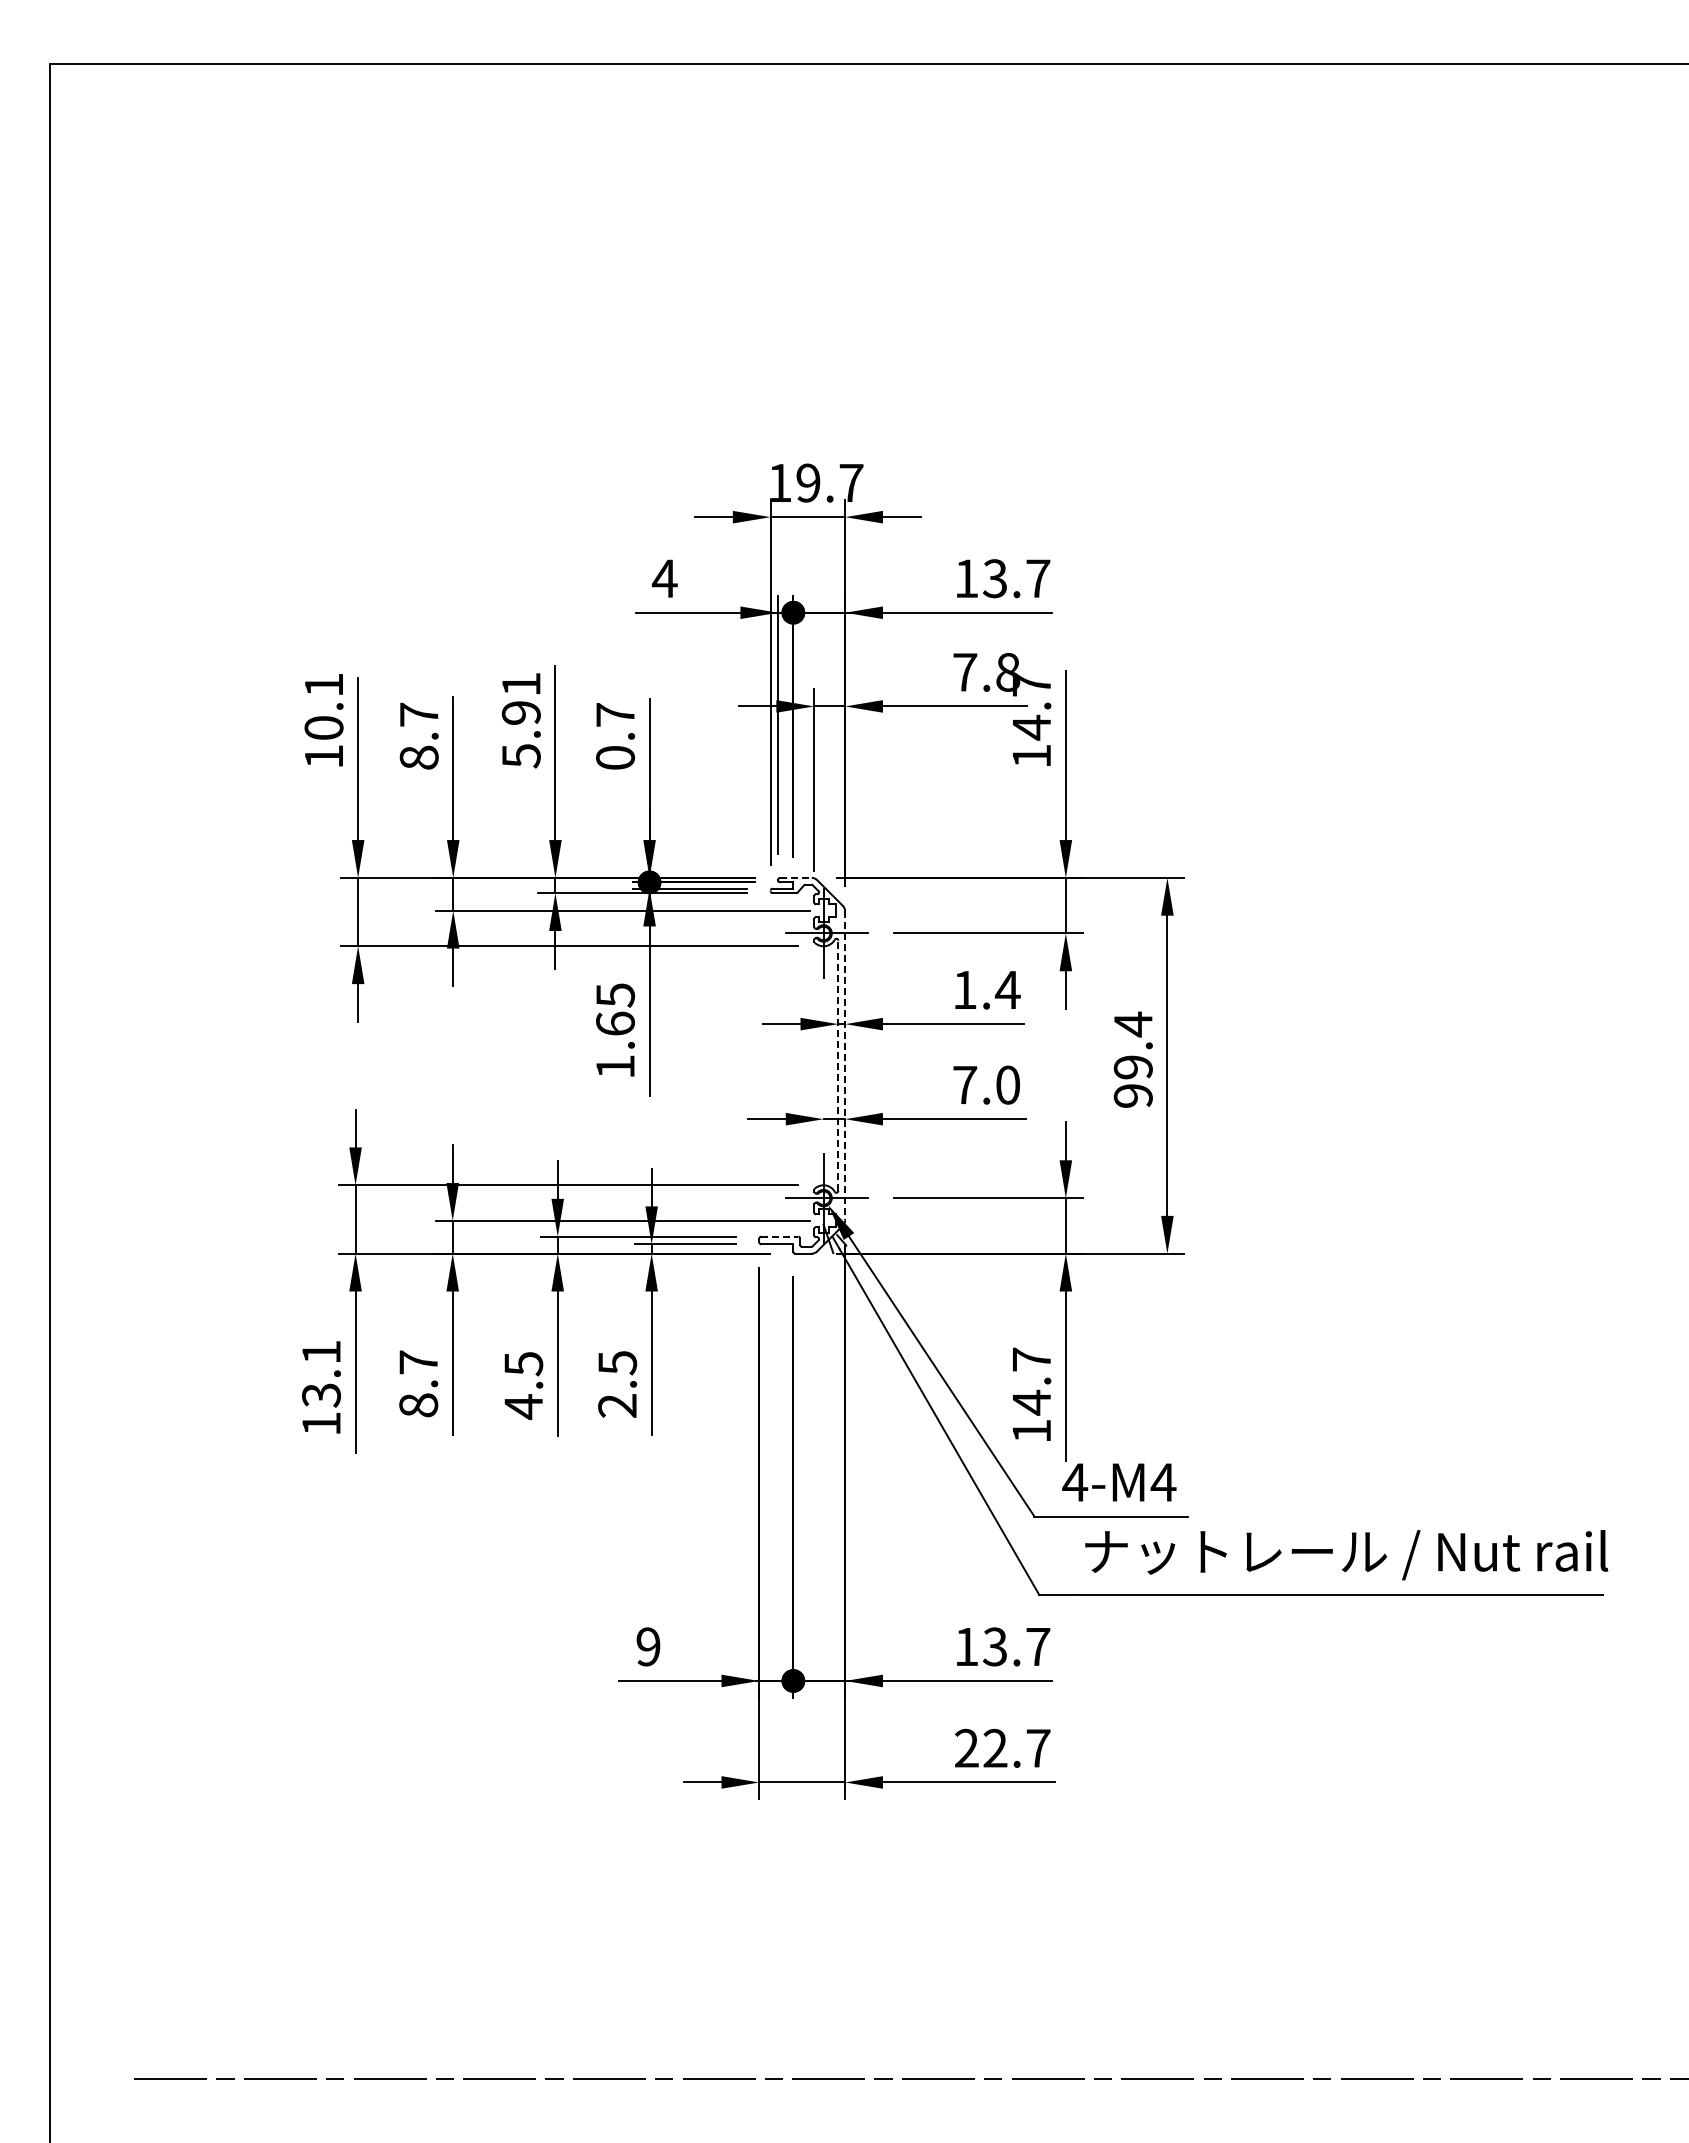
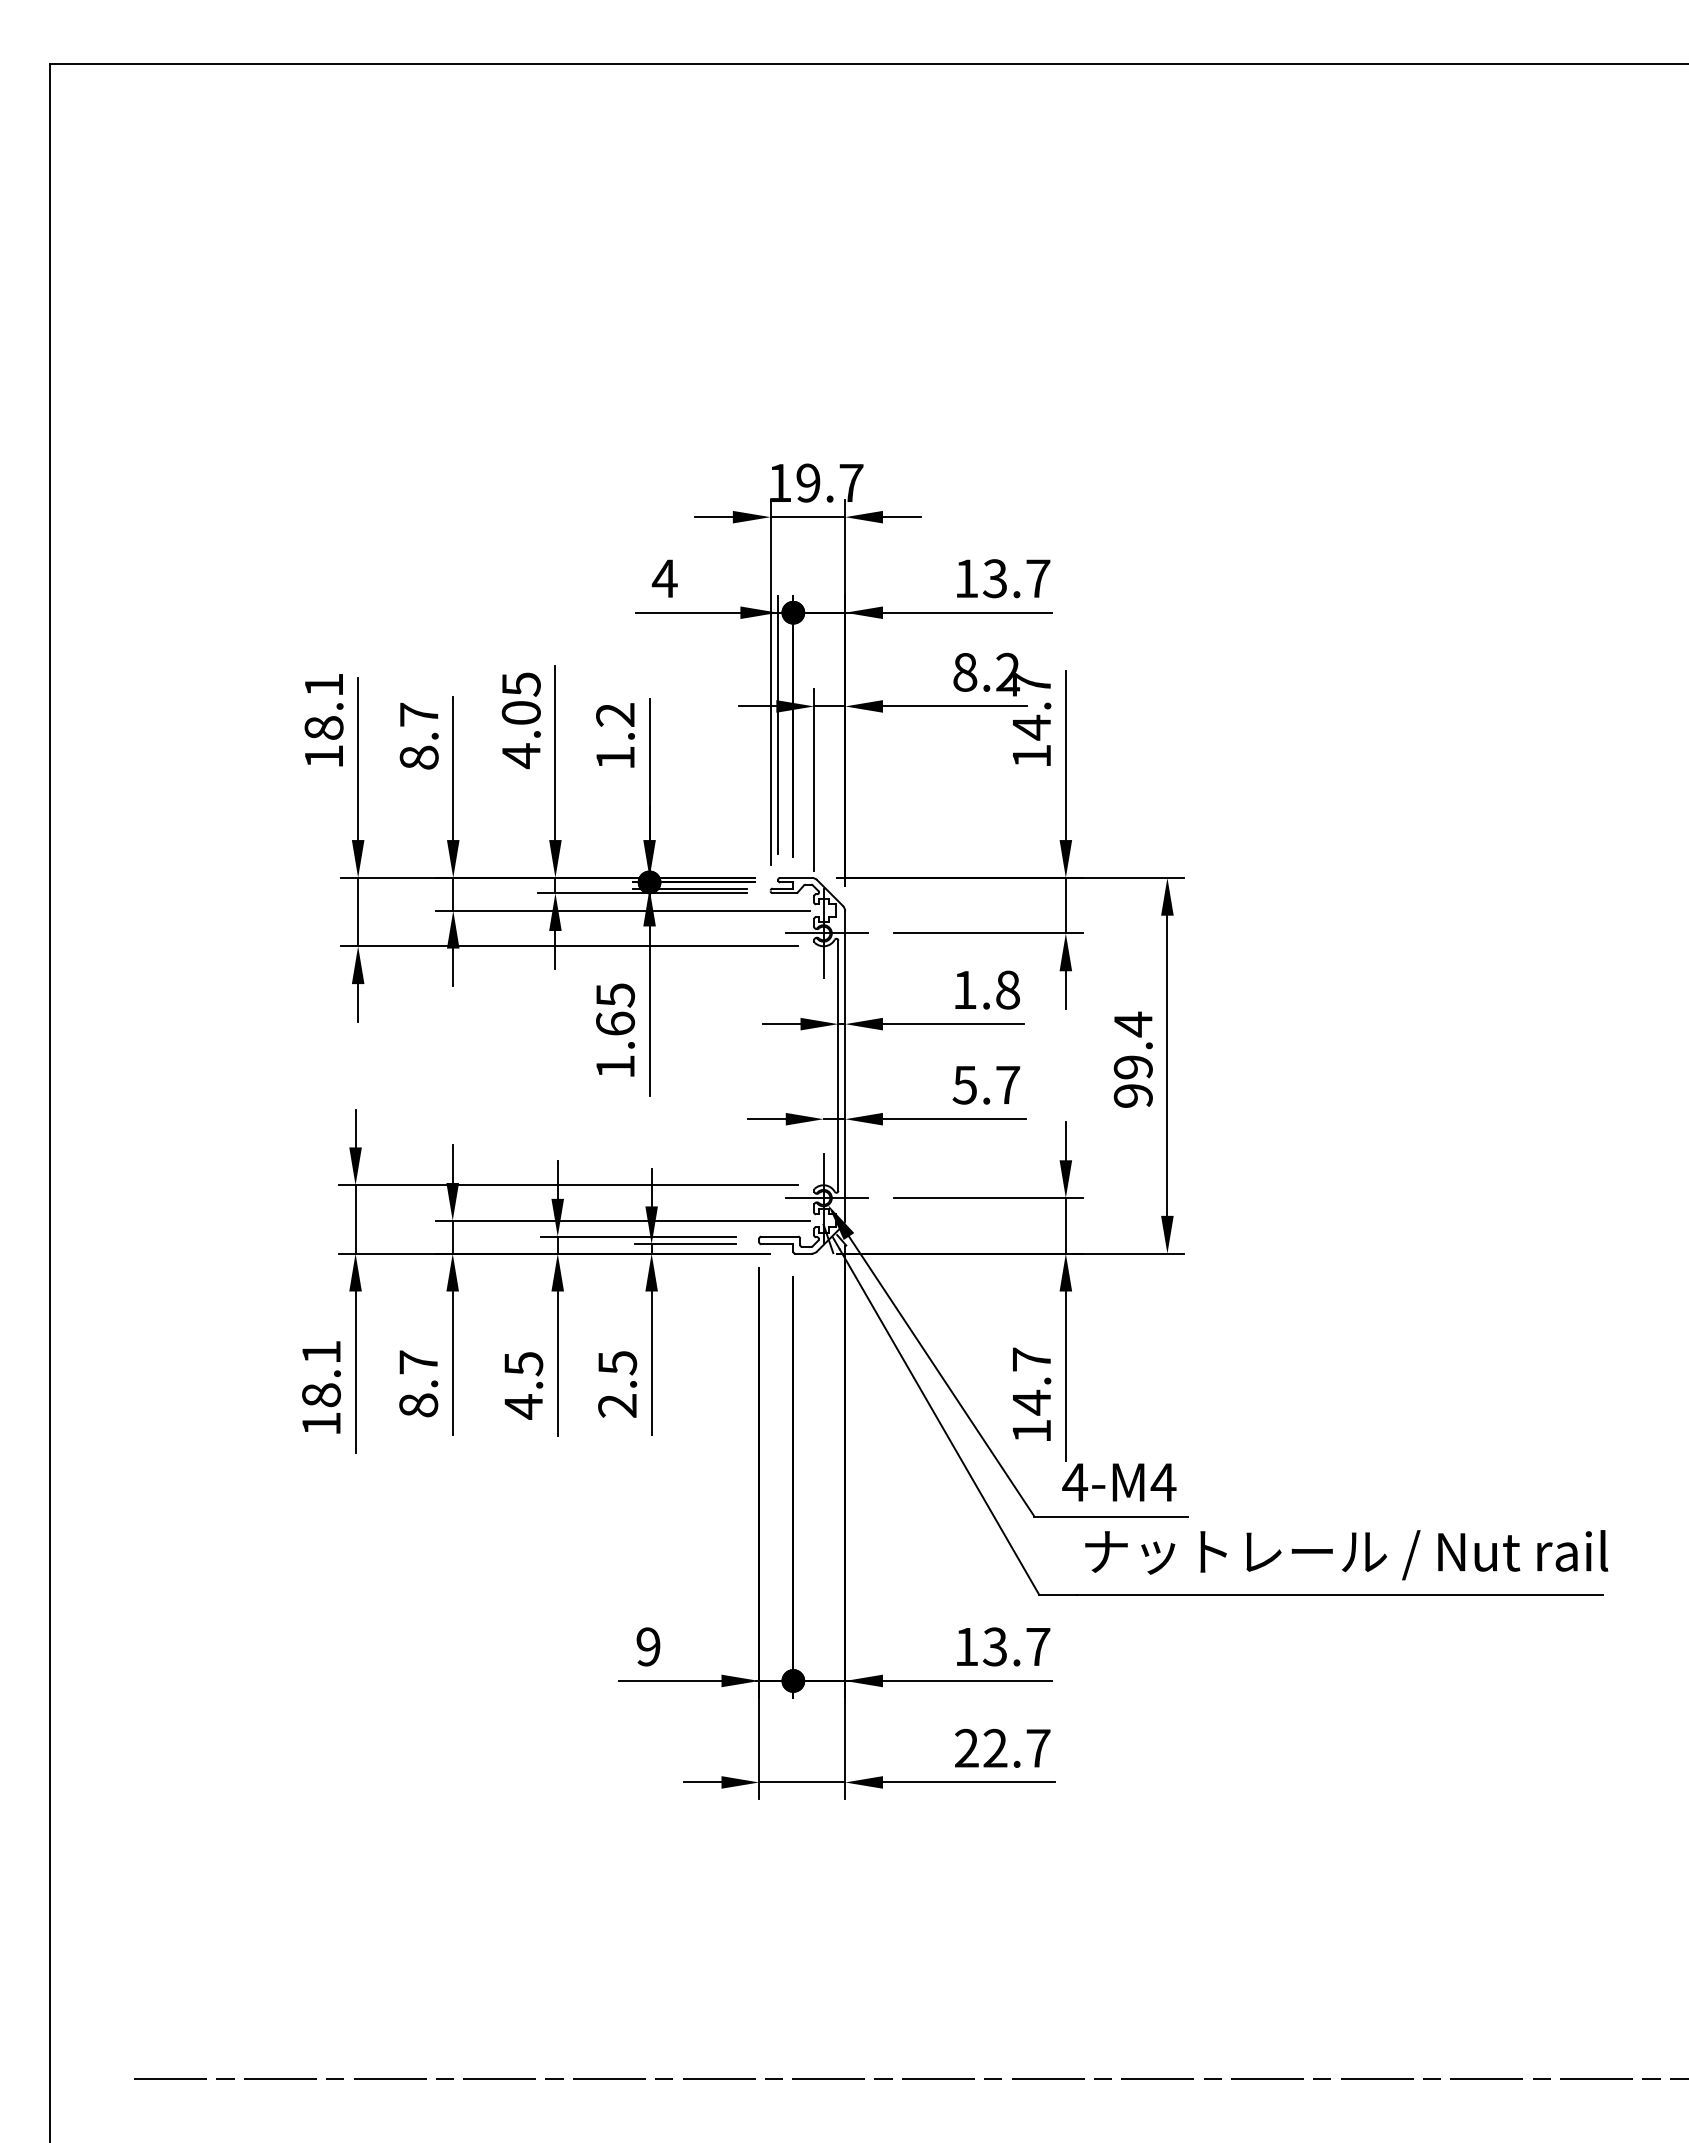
text at (986, 671): 7.8 -> 8.2
text at (520, 720): 5.91 -> 4.05
text at (323, 727): 10.1 -> 18.1
text at (615, 736): 0.7 -> 1.2
line at (795, 877): dashed -> solid
text at (1007, 989): 1.4 -> 1.8
line at (838, 1065): dashed -> solid
line at (845, 1065): dashed -> solid
text at (986, 1084): 7.0 -> 5.7
line at (779, 1236): dashed -> solid
text at (321, 1395): 13.1 -> 18.1
